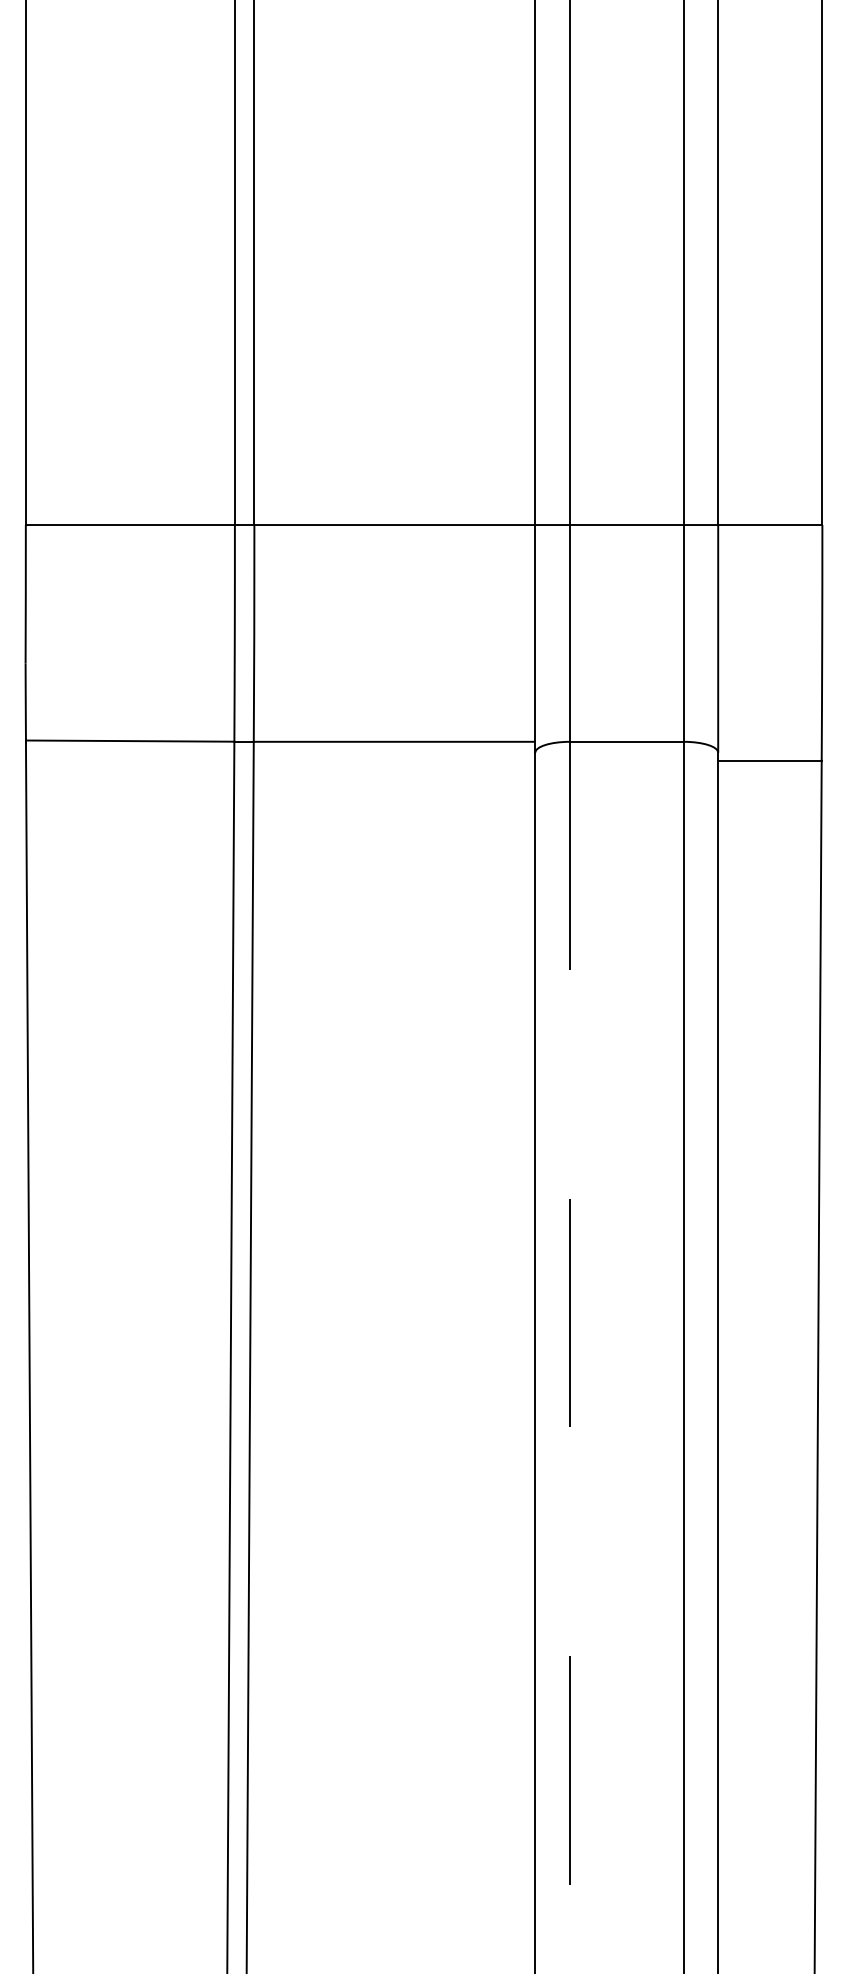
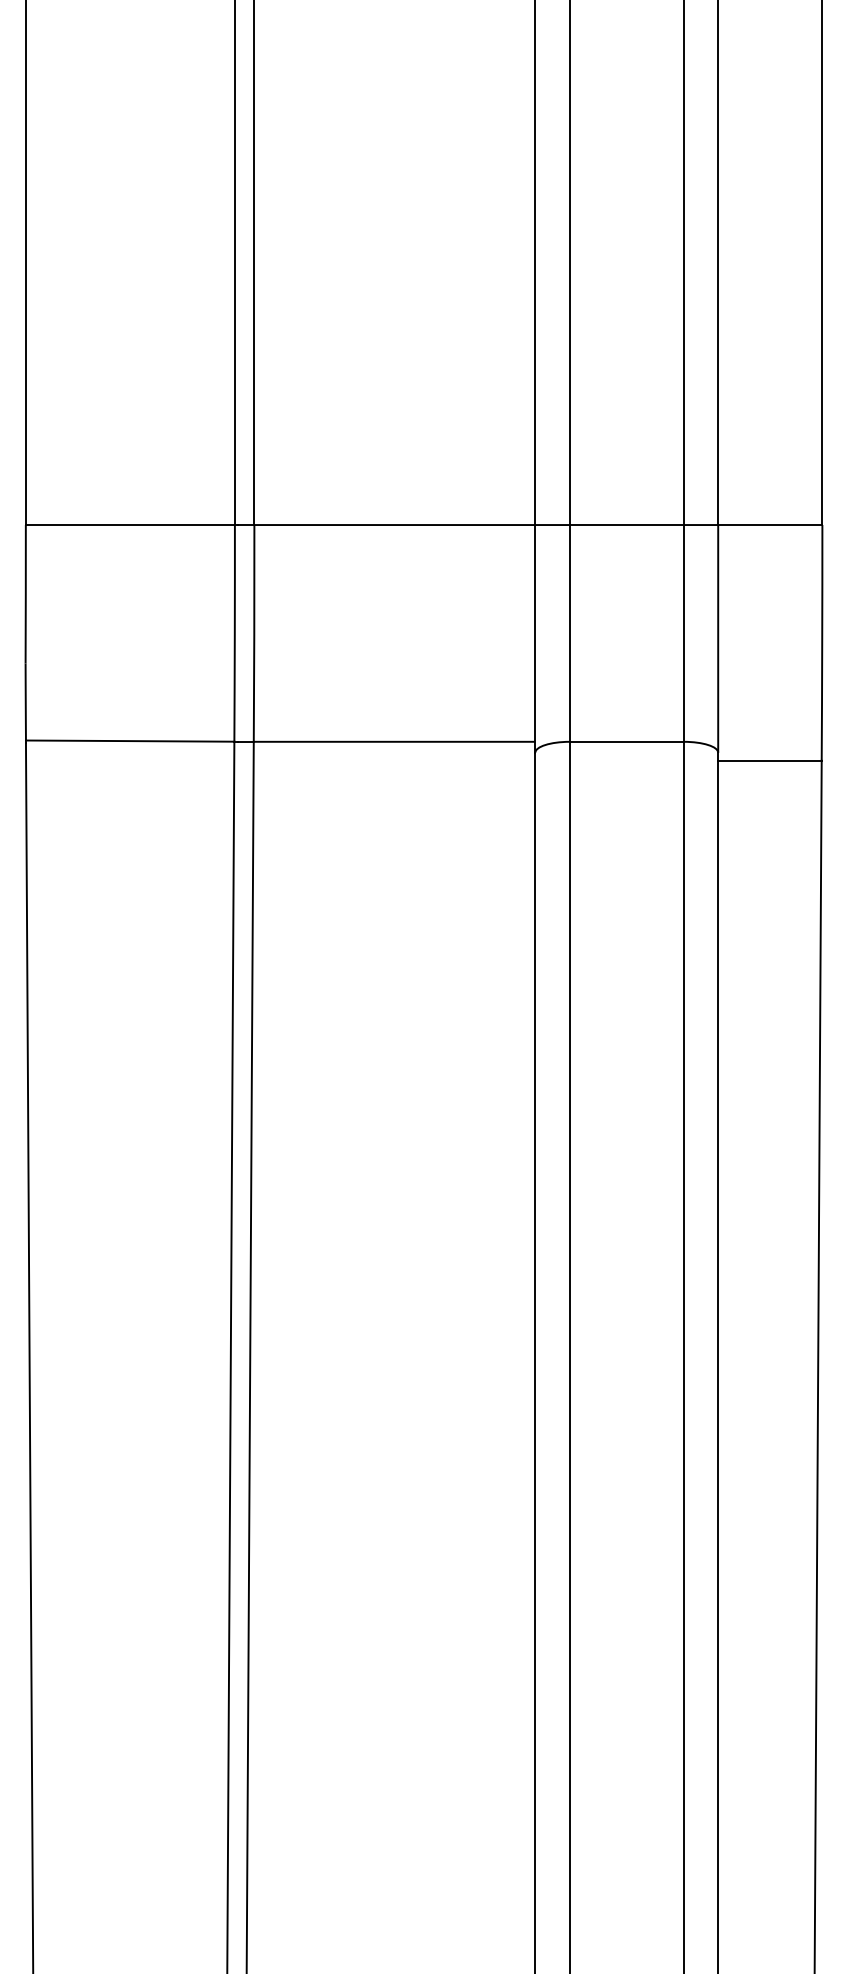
line at (569, 1357): dashed -> solid
